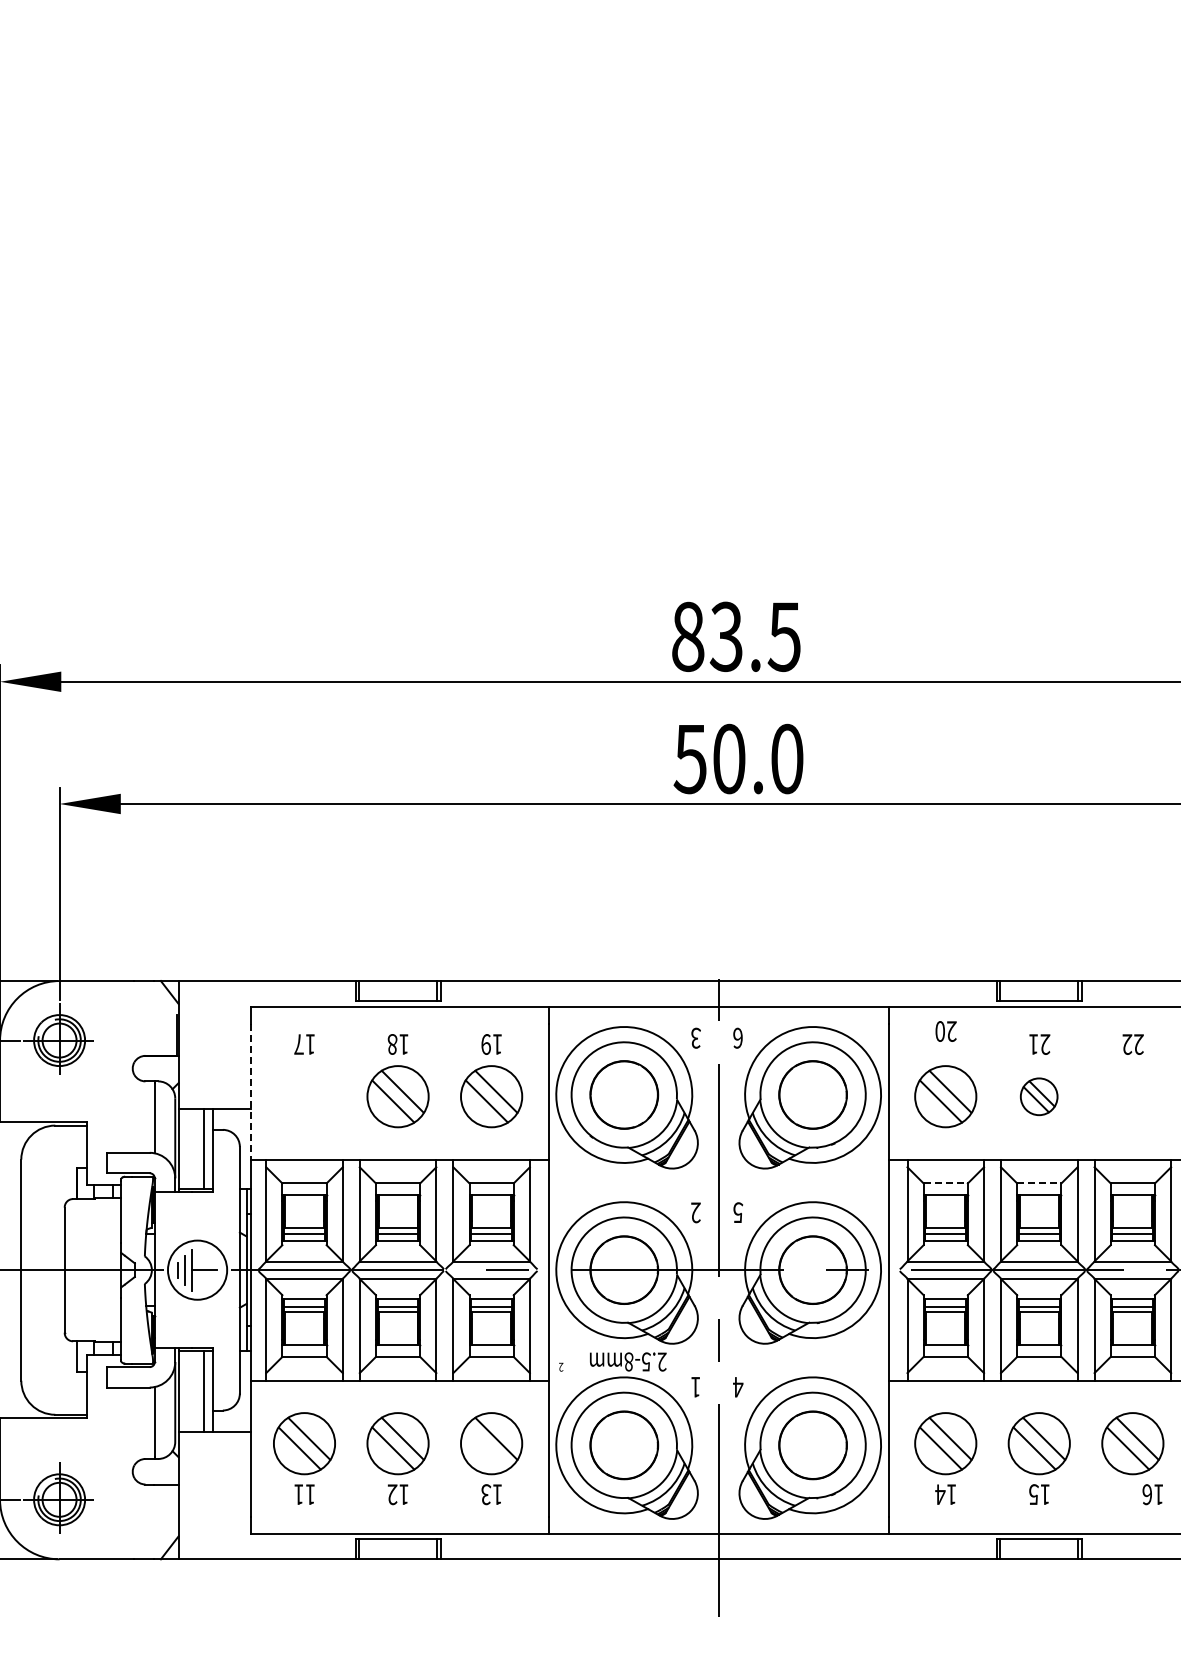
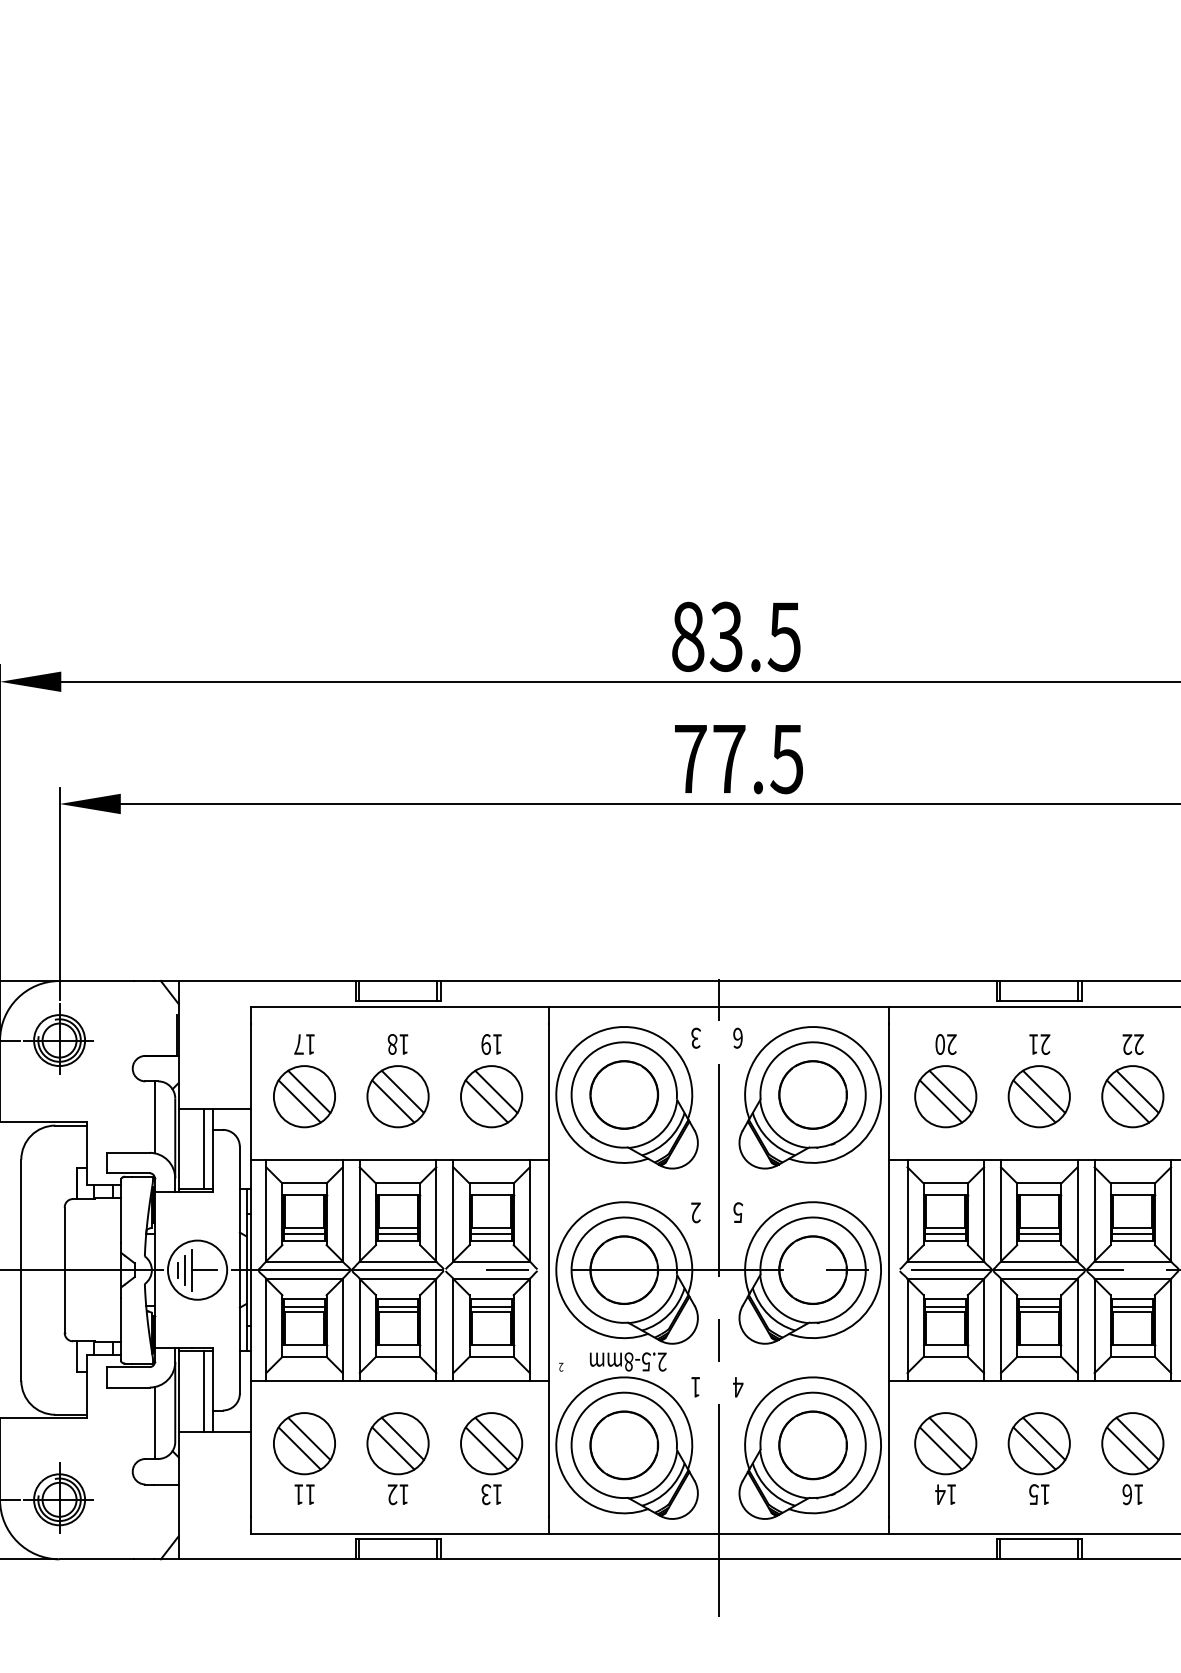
text at (738, 758): 50.0 -> 77.5
text at (945, 1031) position: (945, 1031) -> (945, 1044)
line at (250, 1092): dashed -> solid
part at (304, 1096): none -> present
part at (1038, 1096) size: 40x40 px -> 64x64 px
part at (1132, 1096): none -> present
line at (946, 1183): dashed -> solid
line at (1039, 1183): dashed -> solid
line at (486, 1448): none -> present
text at (1152, 1494) position: (1152, 1494) -> (1132, 1494)
